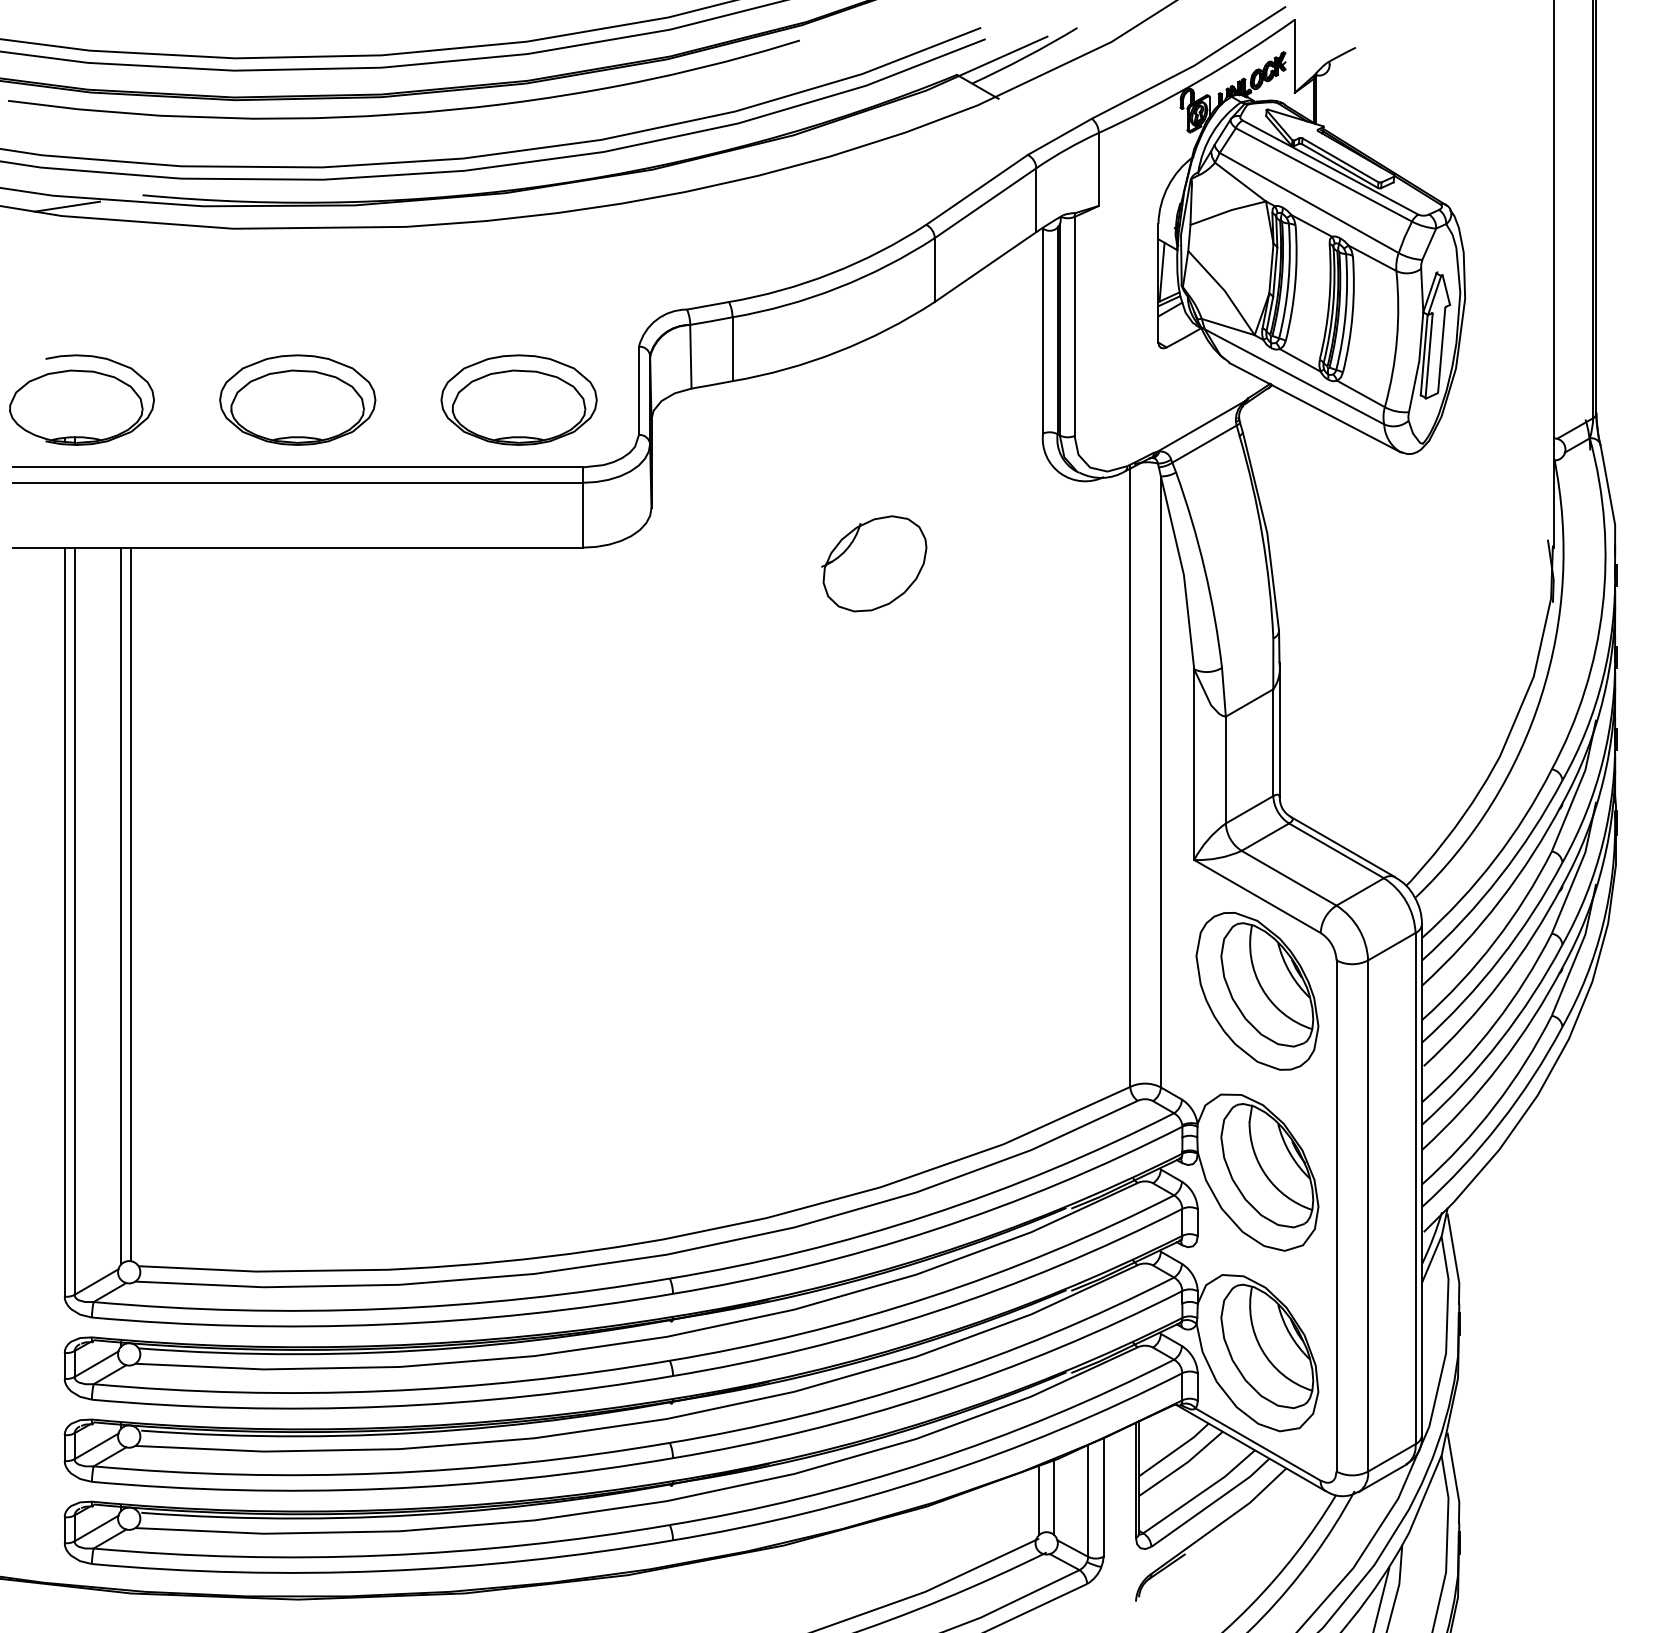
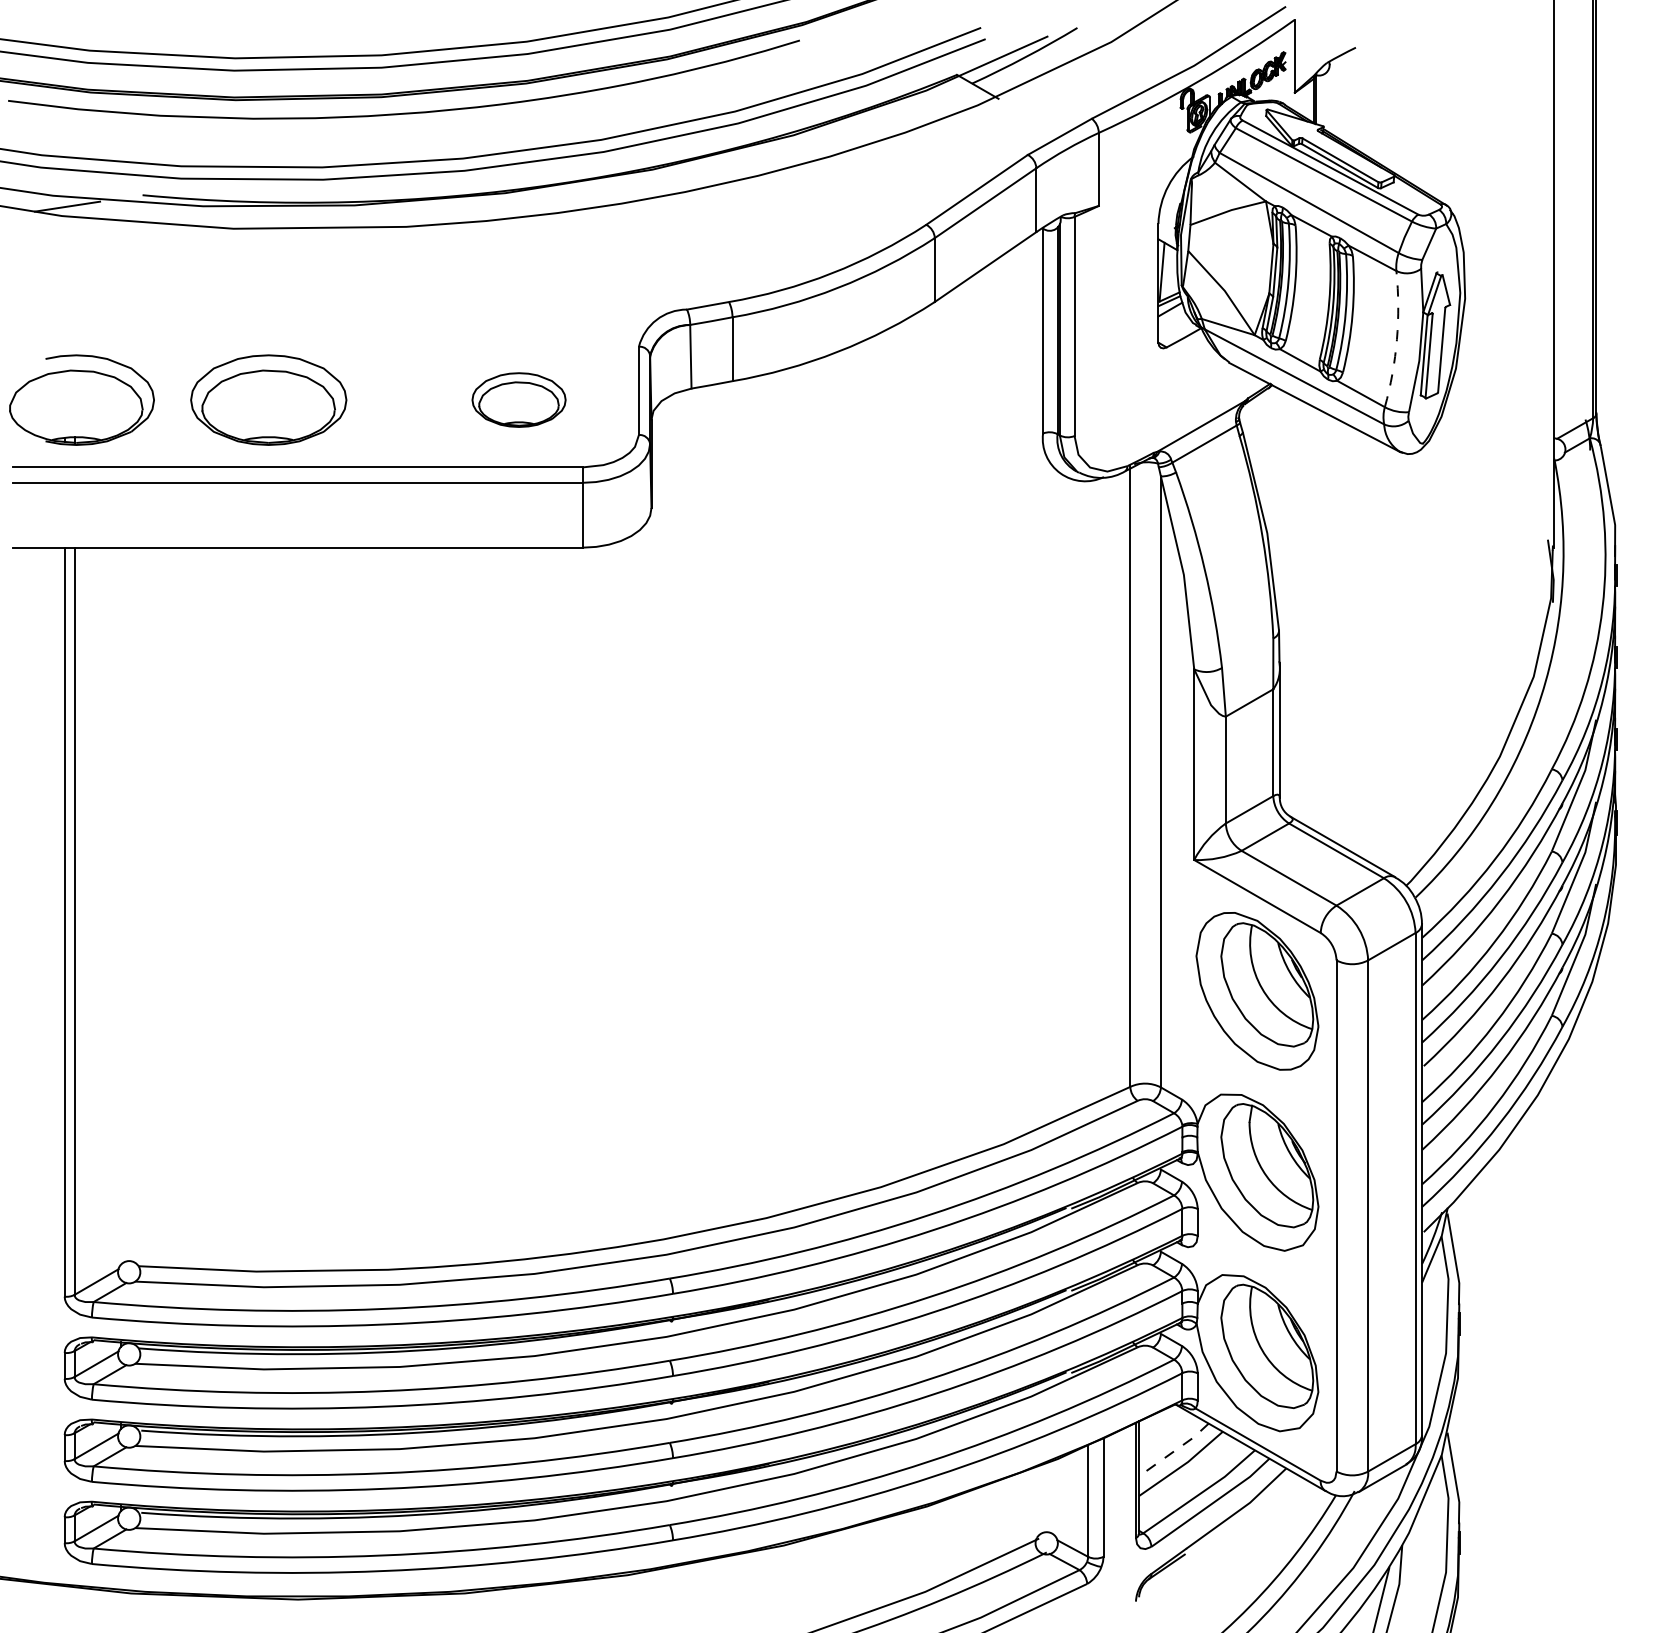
arc at (1396, 339): solid -> dashed
part at (297, 399) position: (297, 399) -> (268, 399)
part at (518, 399) size: 158x92 px -> 96x56 px
part at (874, 563): present -> none
line at (130, 904): present -> none
line at (121, 905): present -> none
line at (1174, 1450): solid -> dashed
line at (1054, 1497): present -> none
line at (1039, 1500): present -> none
